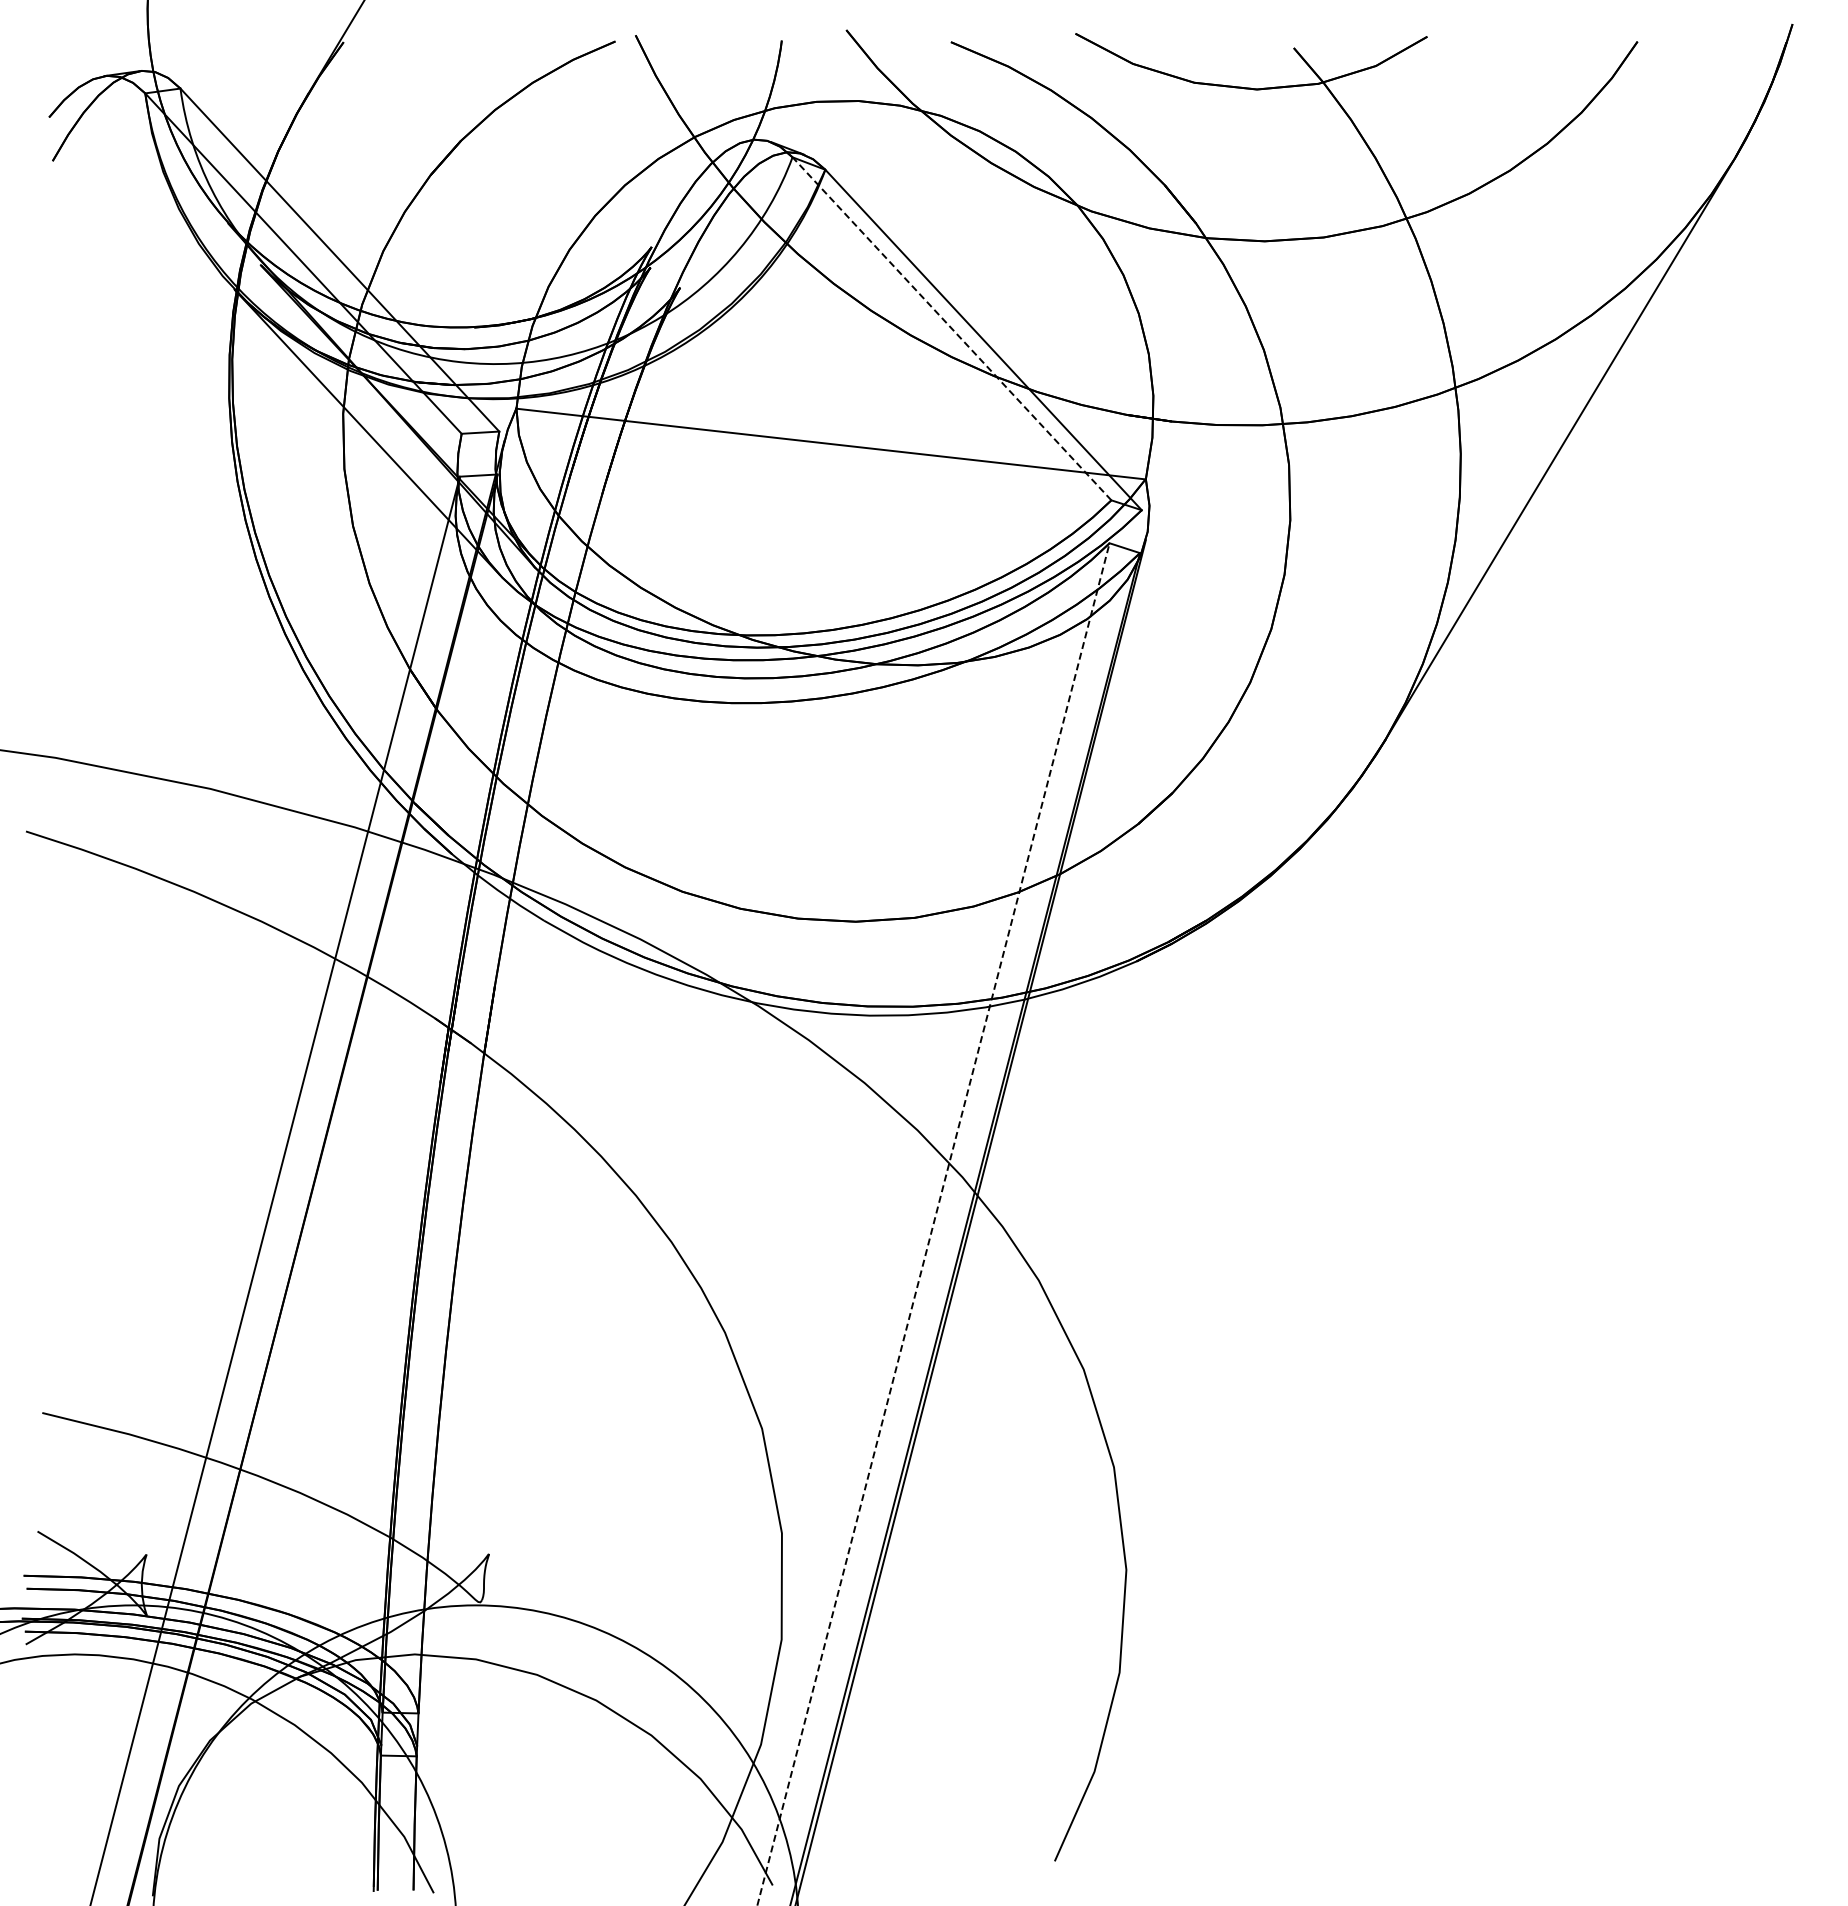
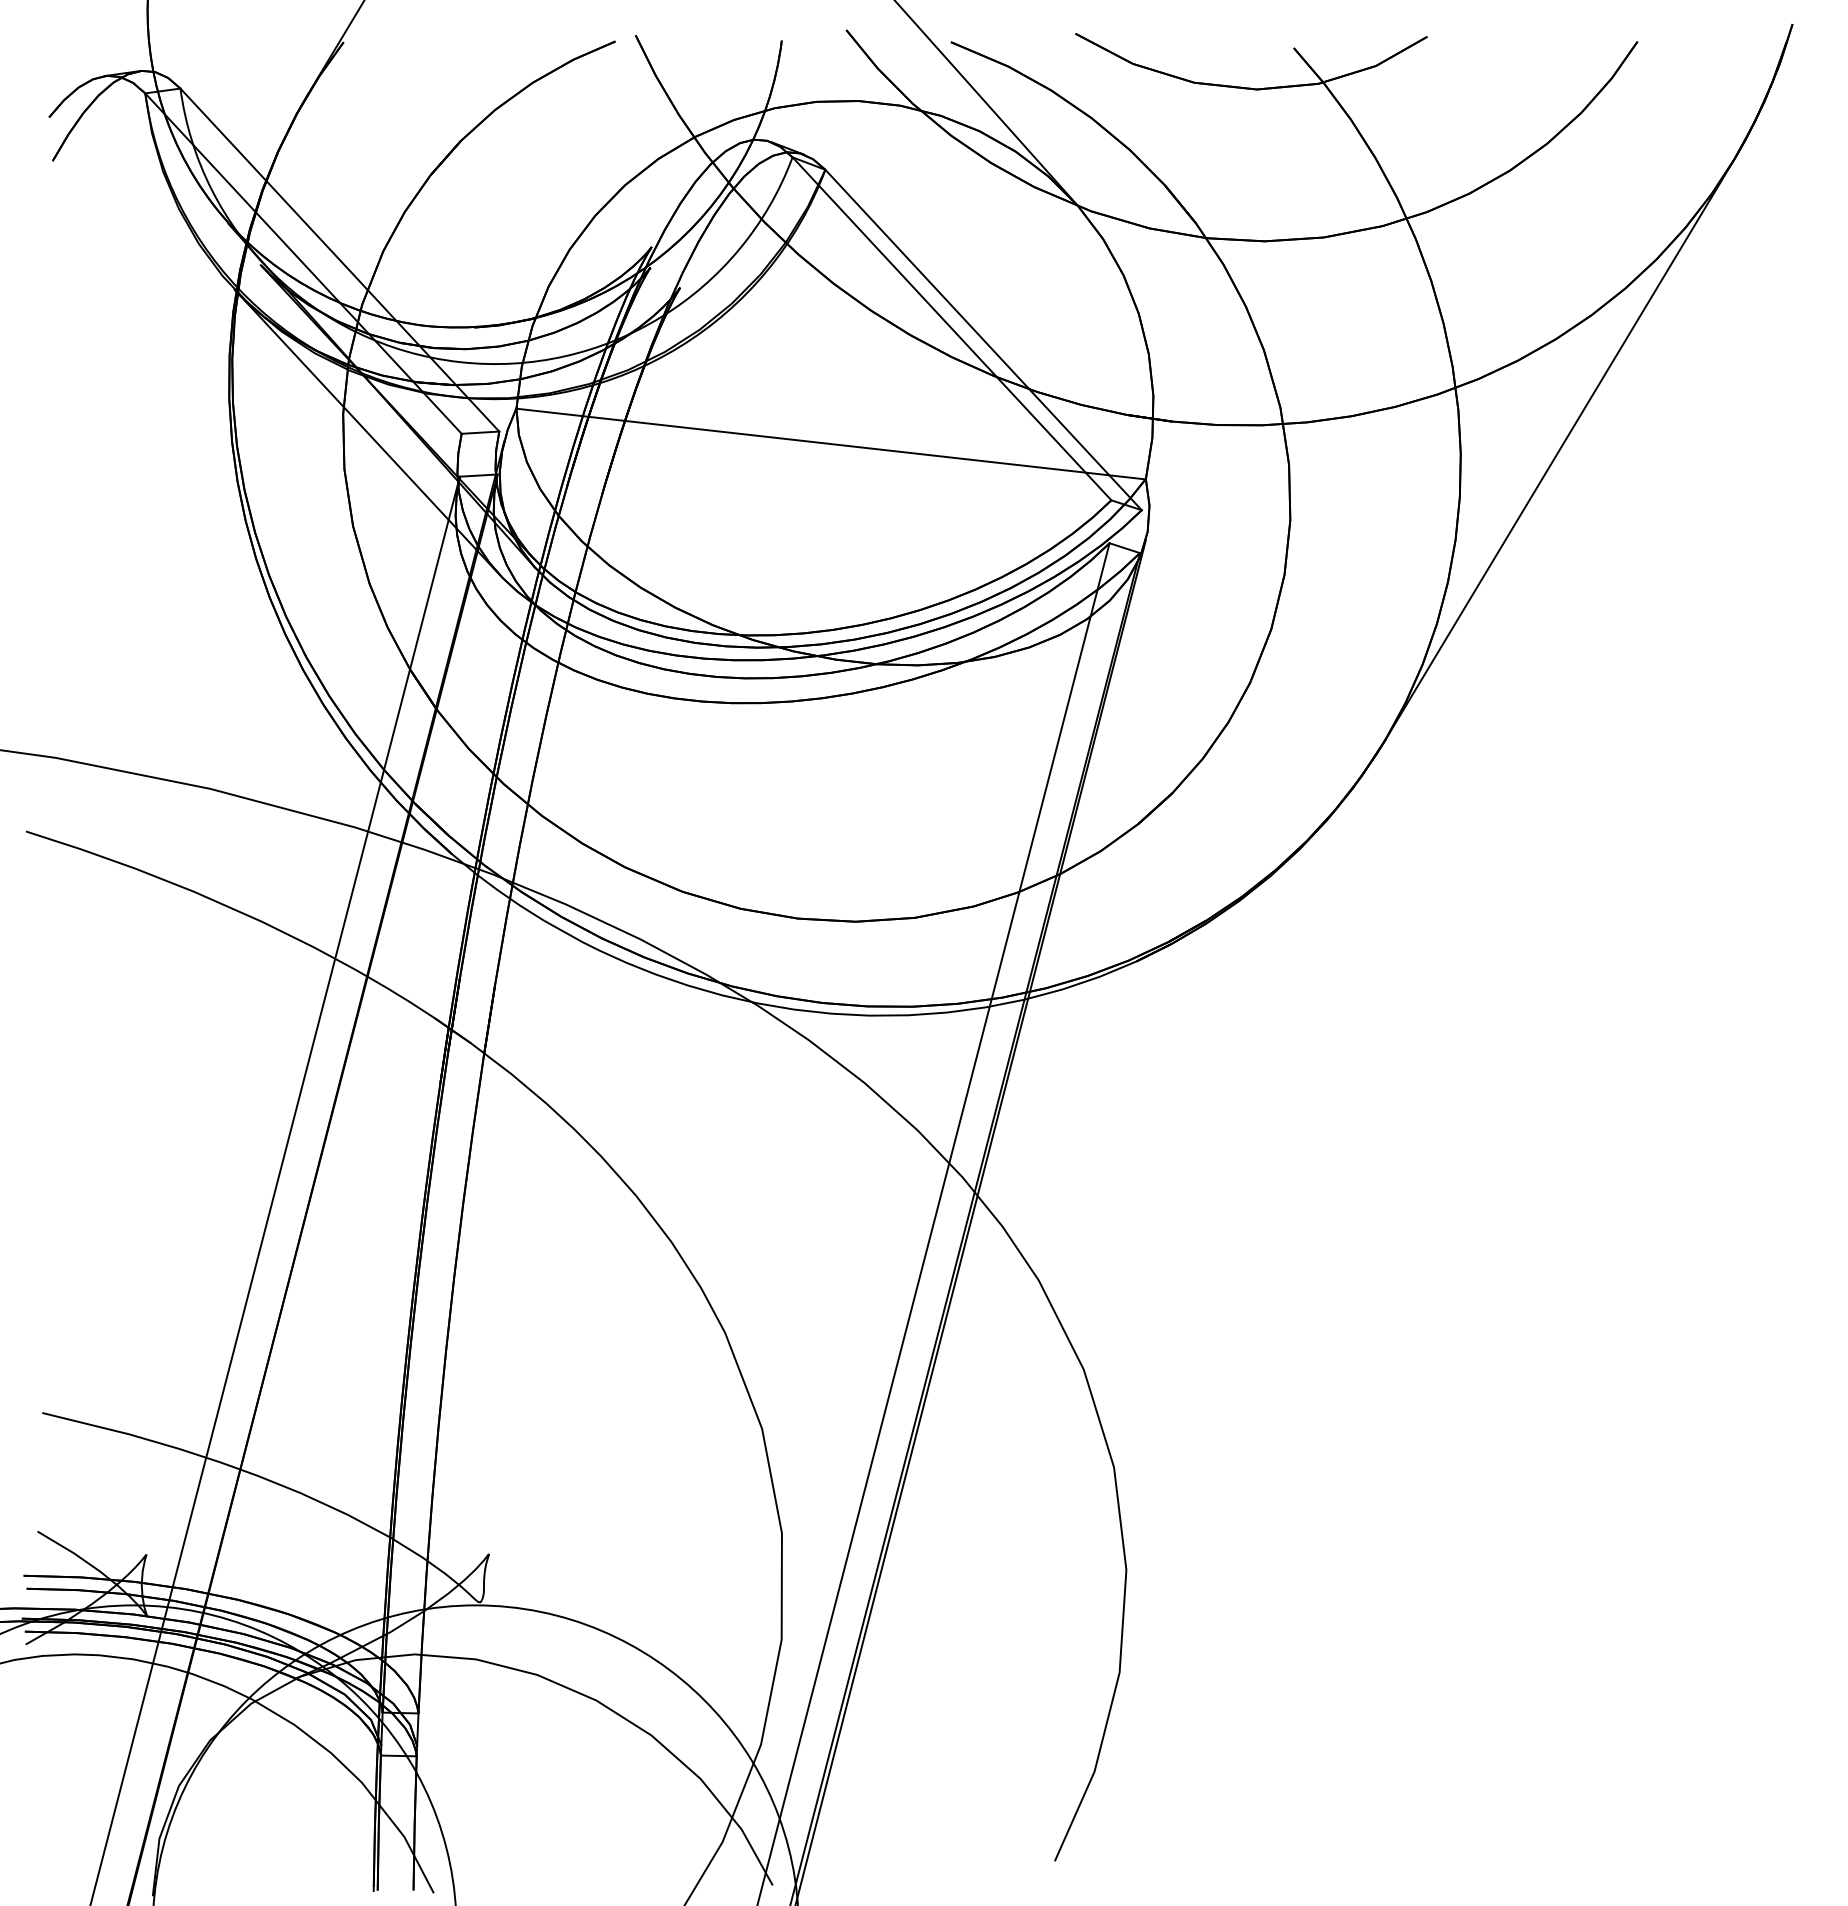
line at (985, 102): none -> present
line at (951, 328): dashed -> solid
line at (933, 1224): dashed -> solid
